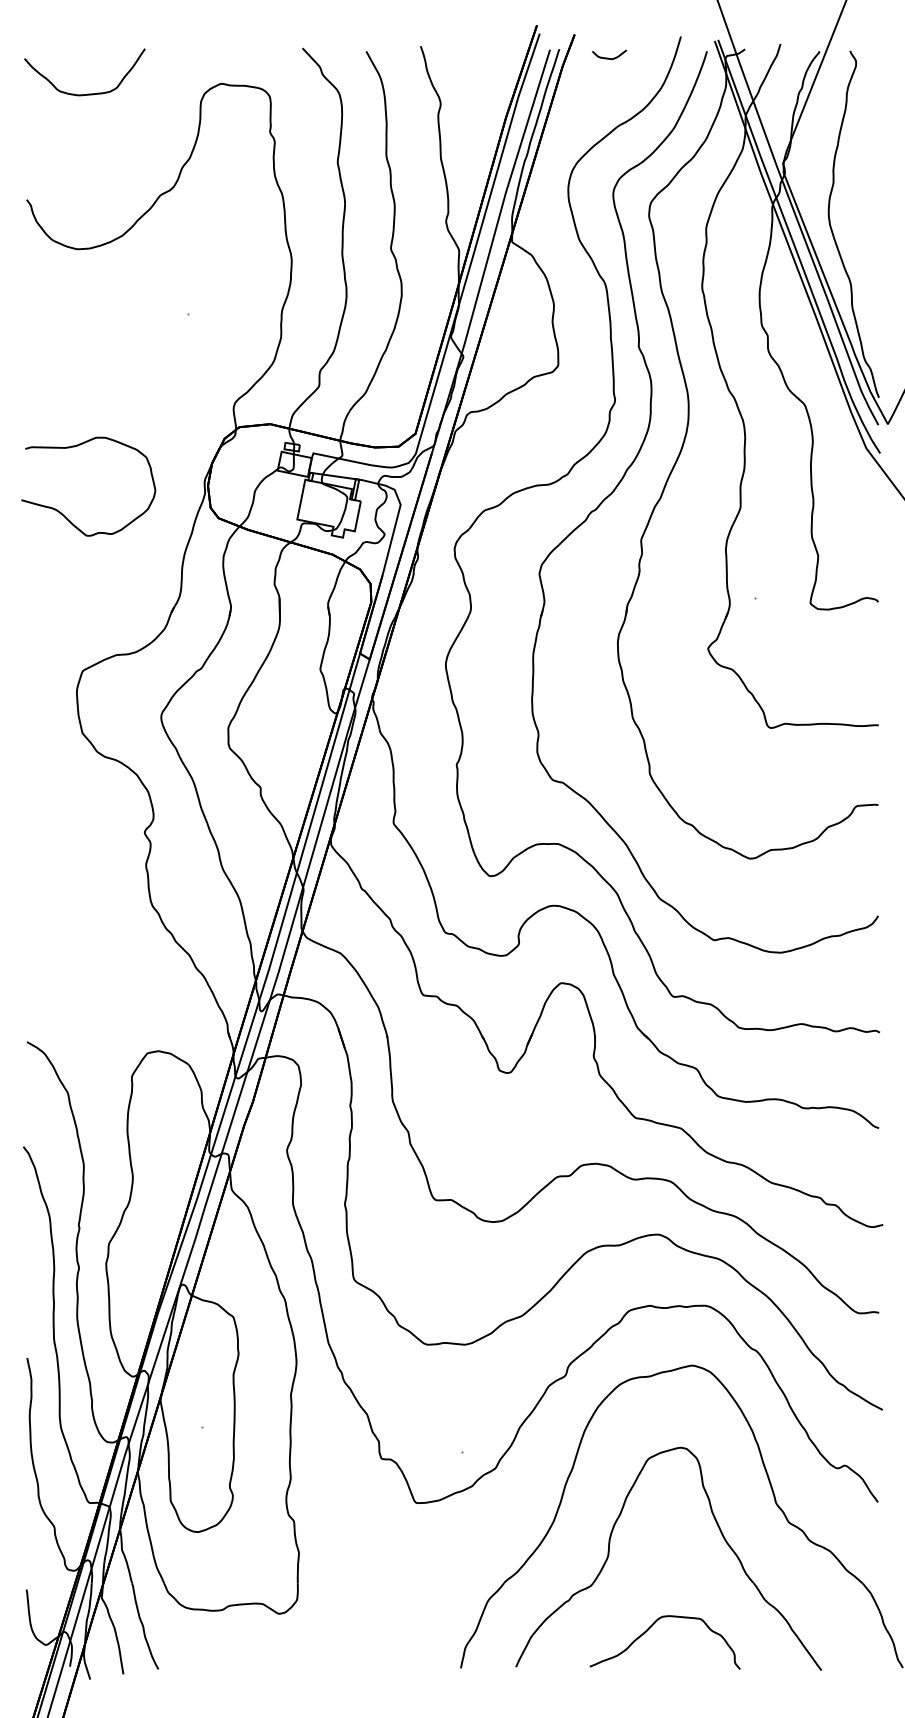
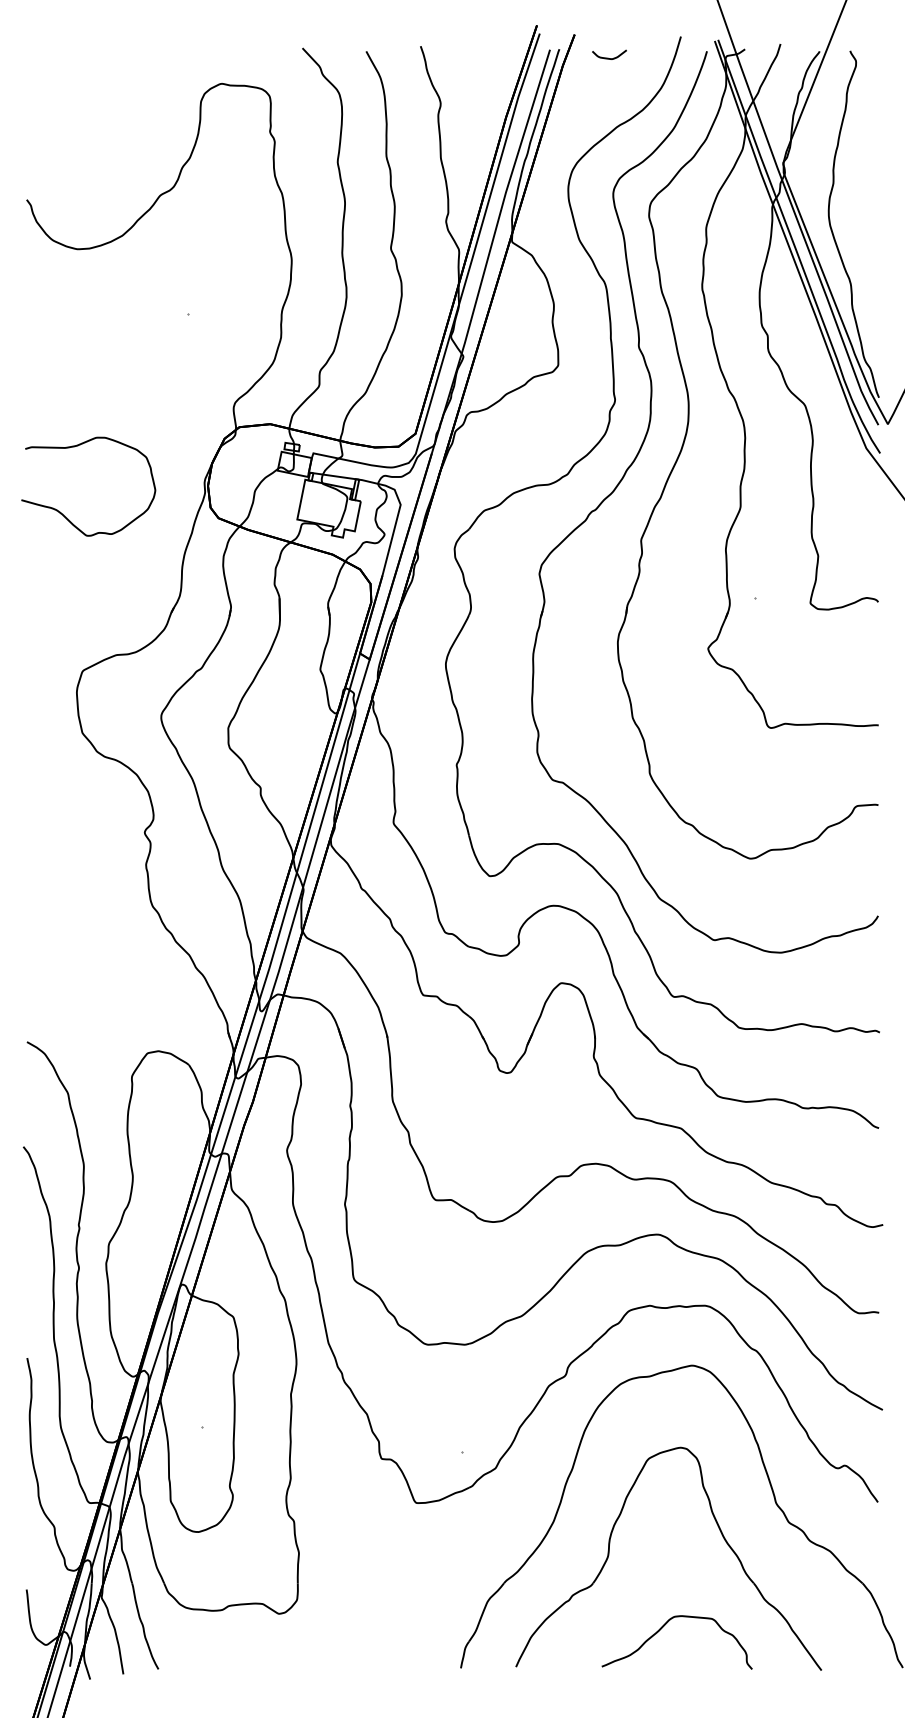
curve at (87, 93): present -> none
curve at (650, 1628) position: (650, 1628) -> (662, 1628)
